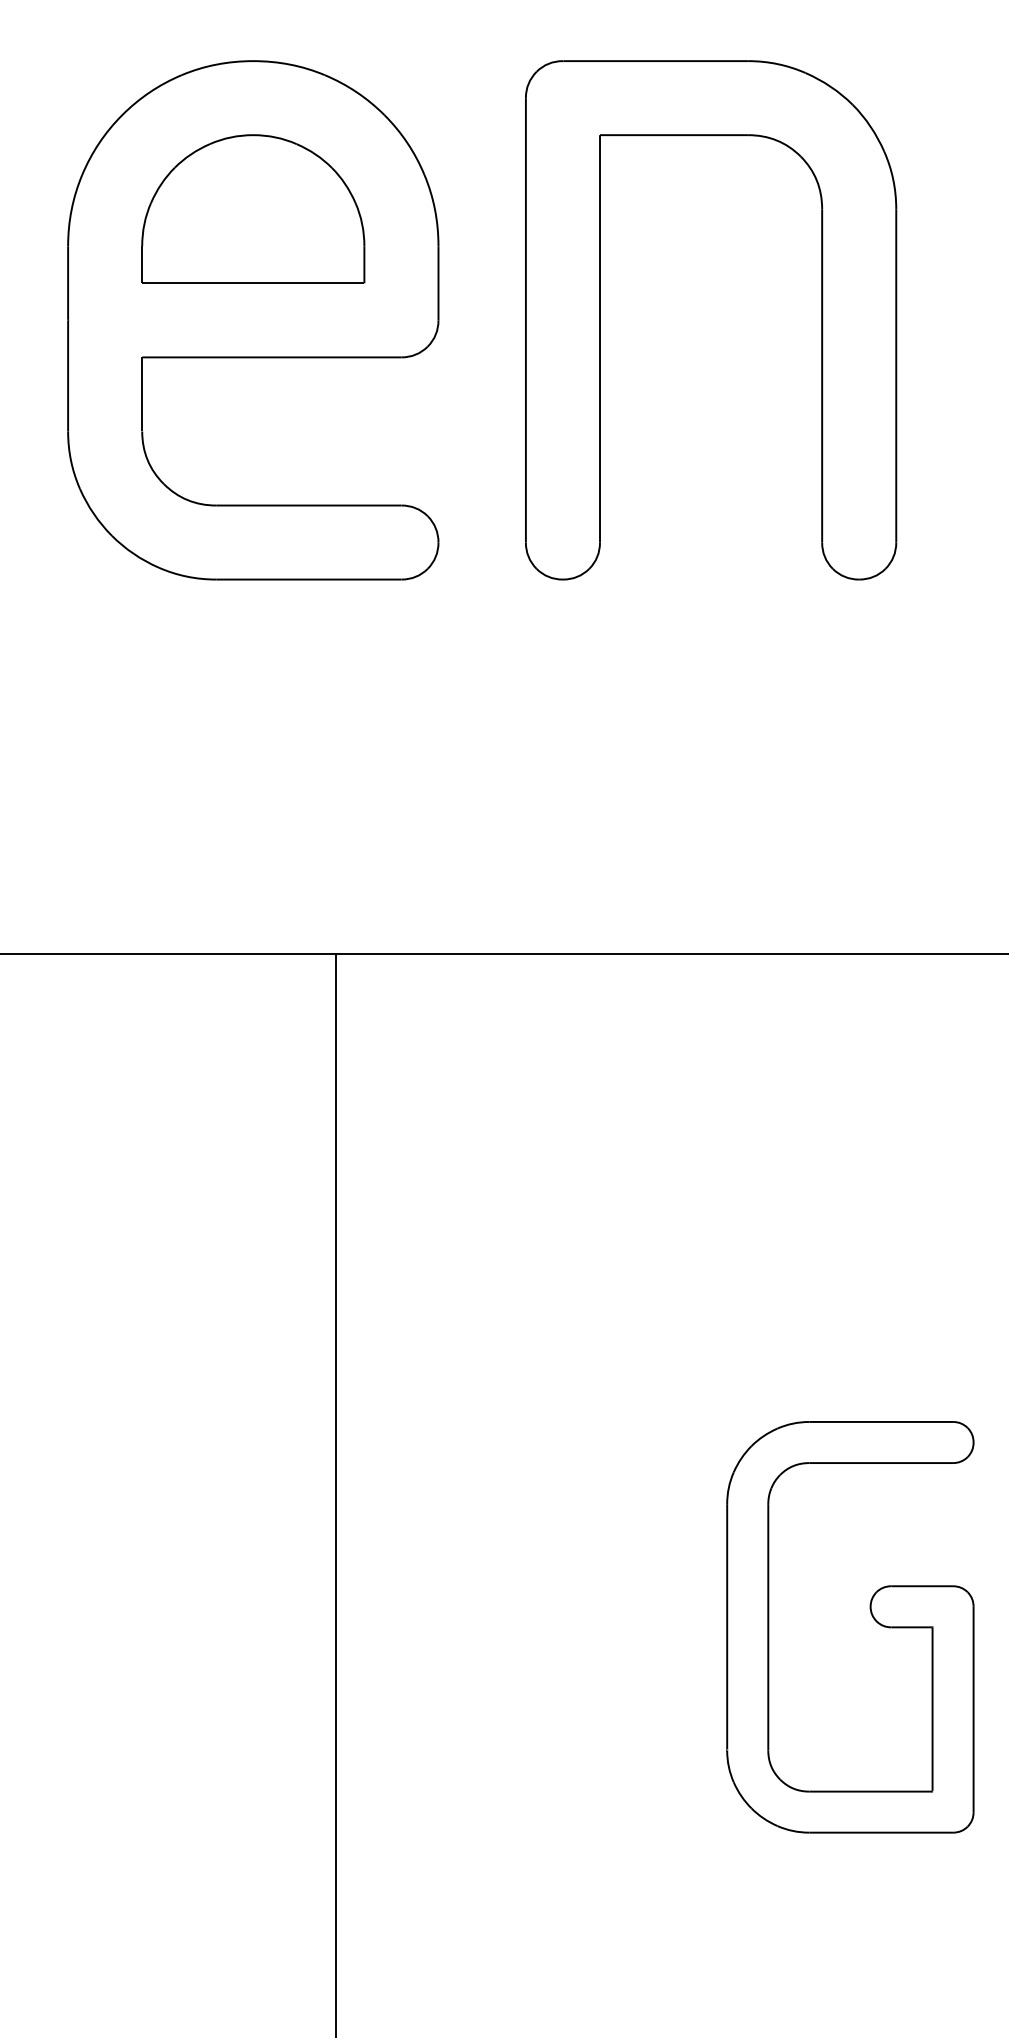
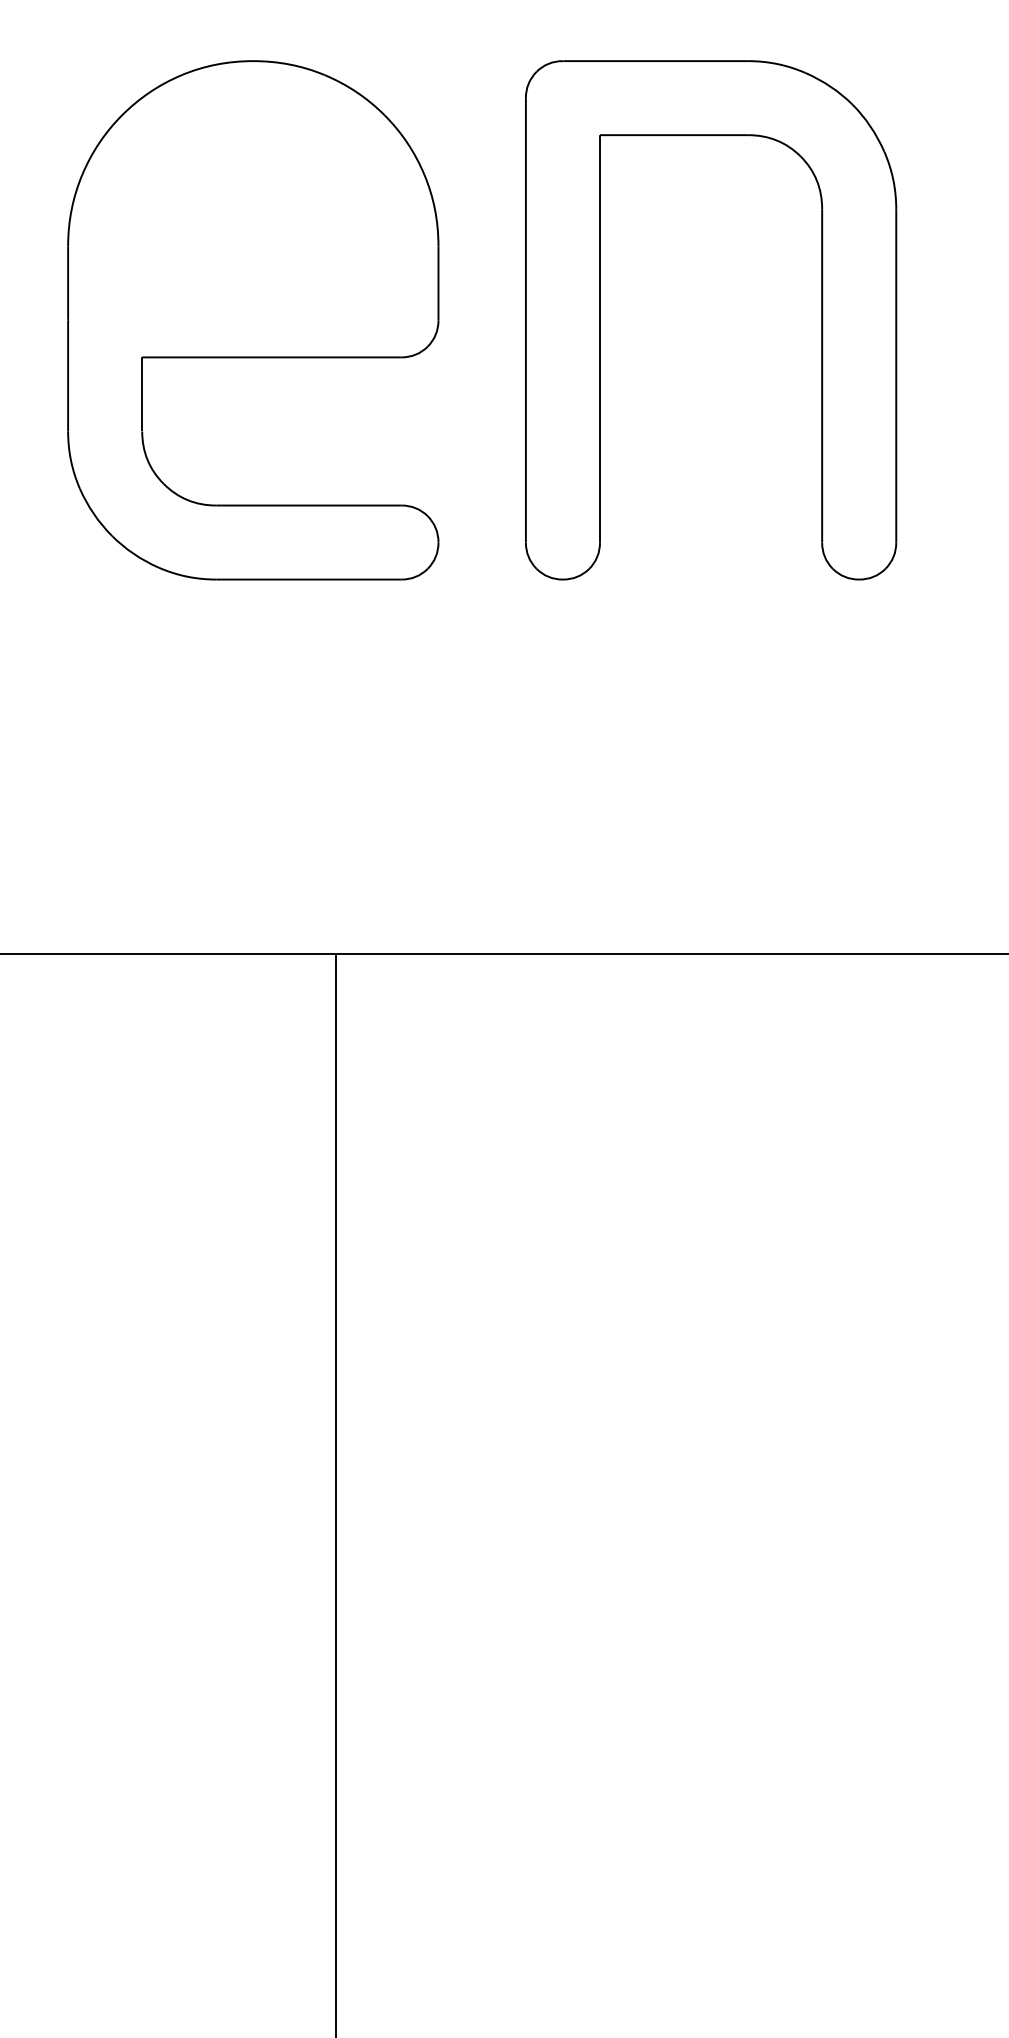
part at (253, 208): present -> none
part at (872, 1617): present -> none
